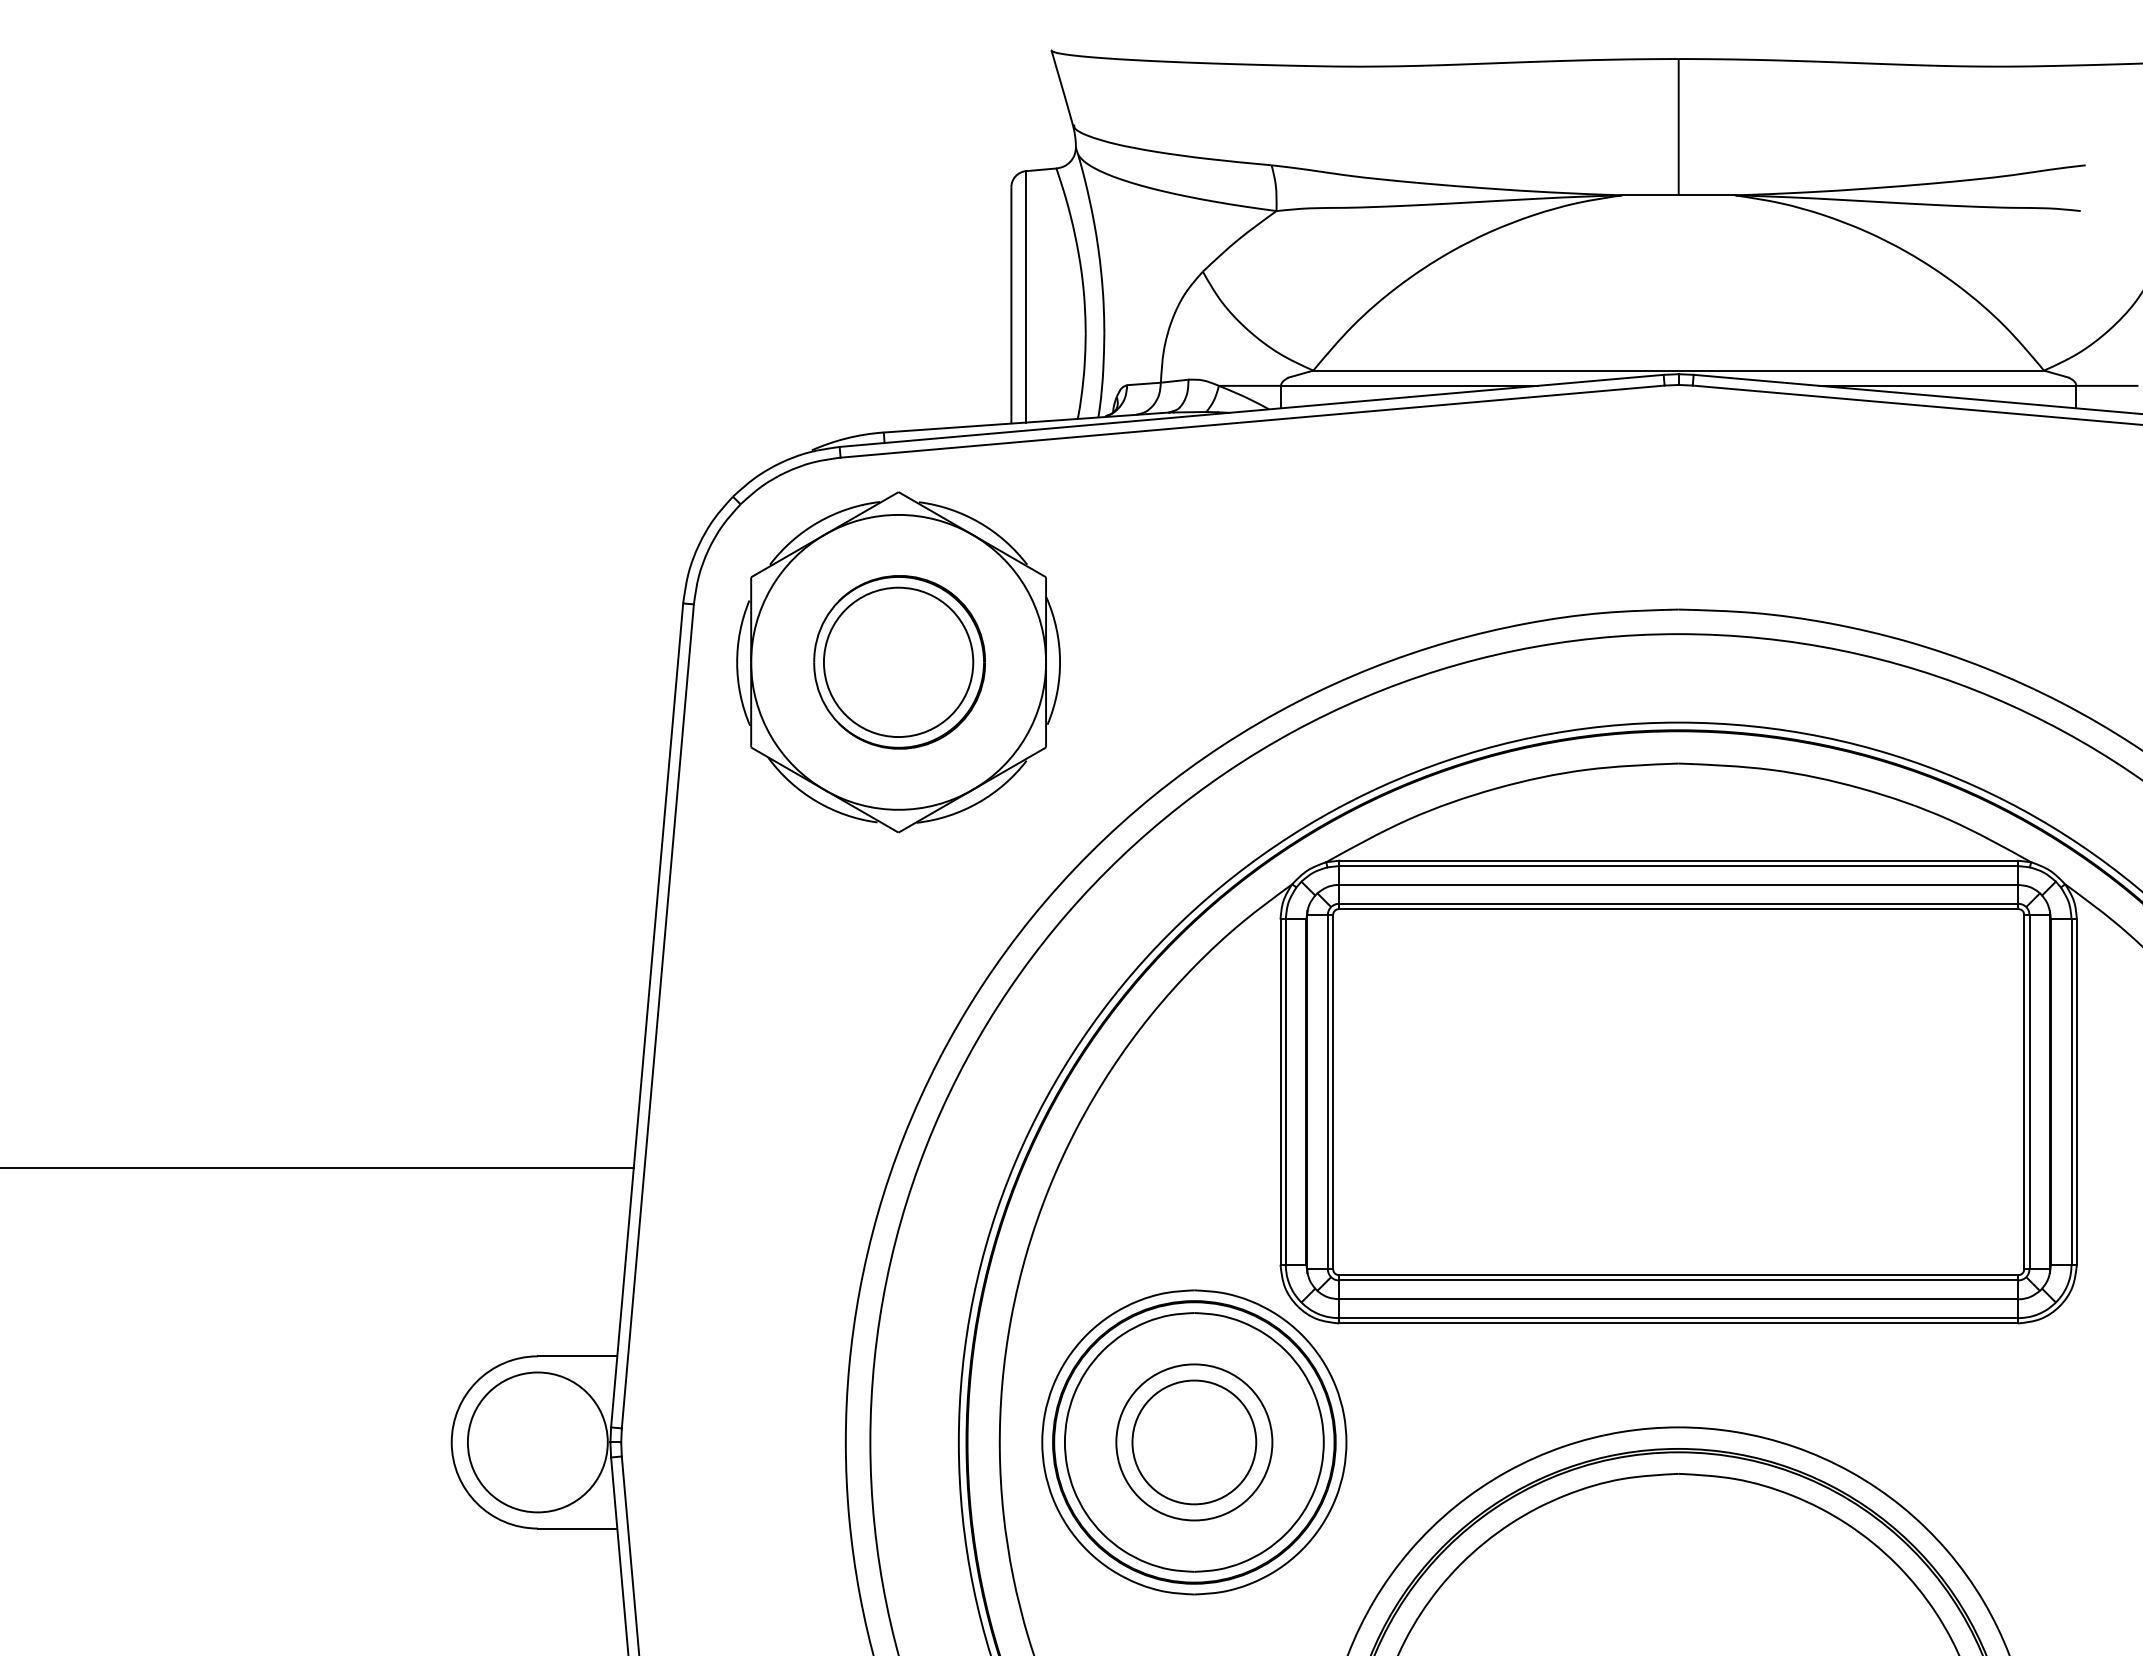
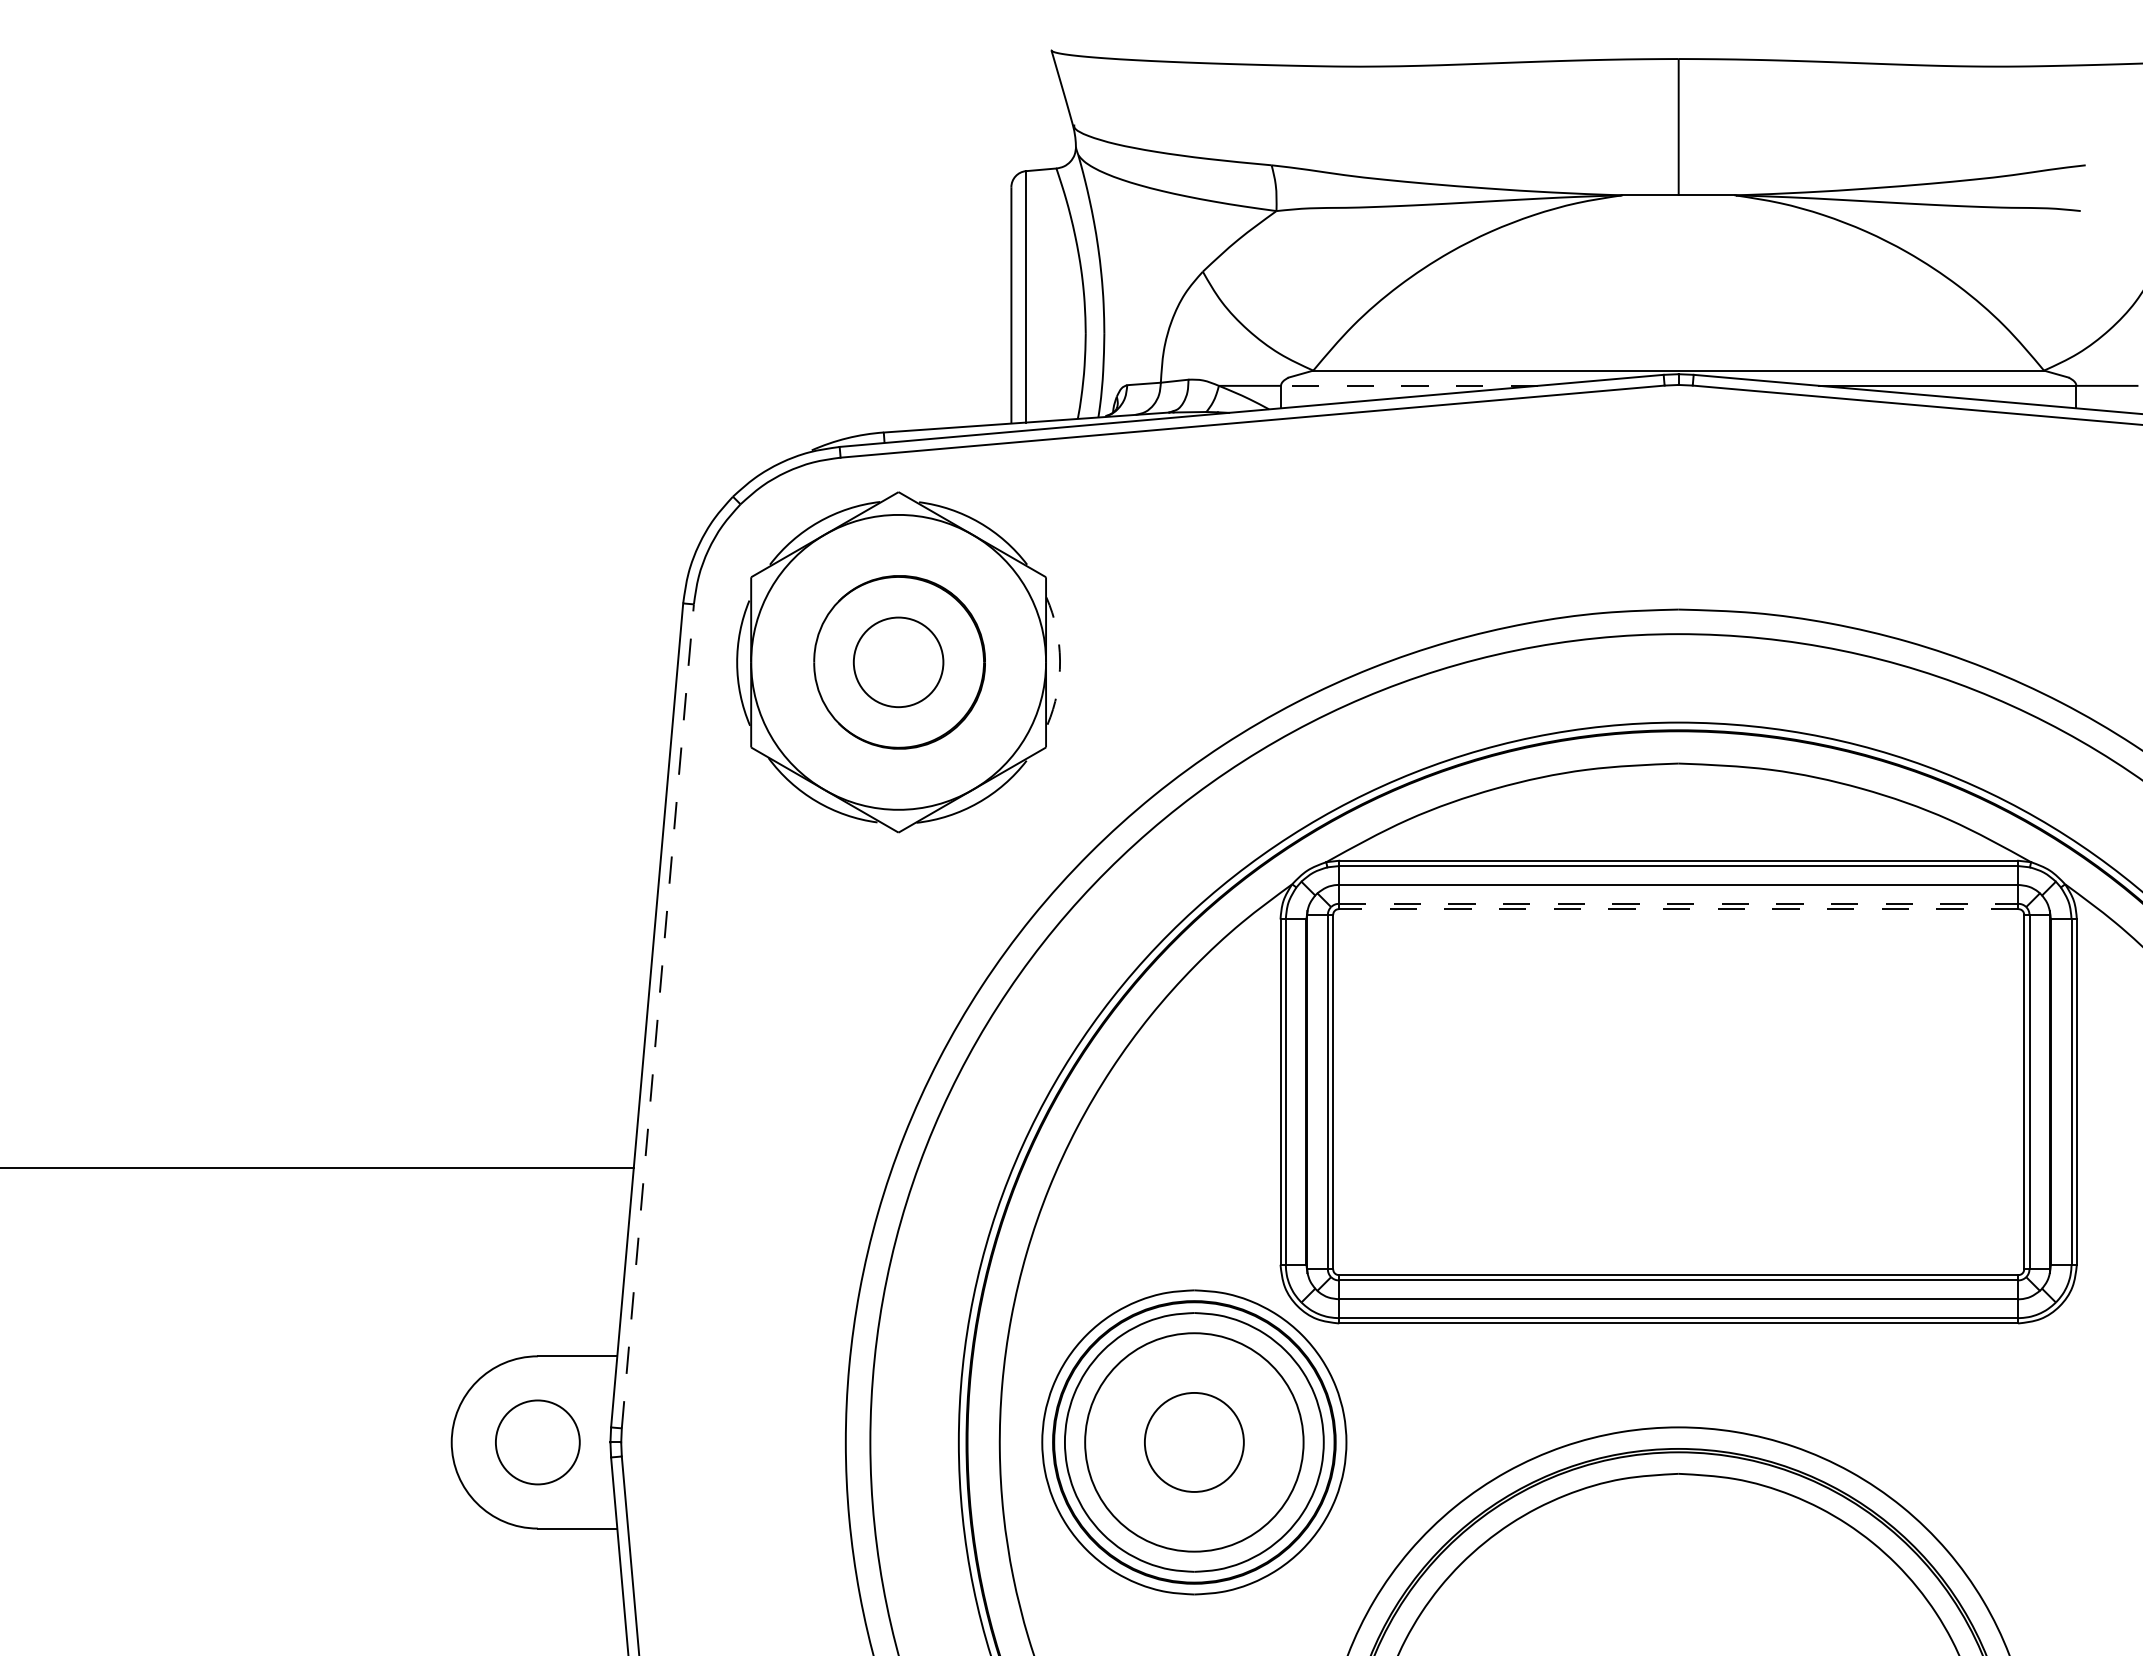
line at (1409, 385): solid -> dashed
arc at (1060, 661): solid -> dashed
circle at (898, 662) diameter: 149 px -> 90 px
line at (1678, 903): solid -> dashed
line at (1678, 909): solid -> dashed
line at (657, 1016): solid -> dashed
circle at (537, 1442) diameter: 140 px -> 84 px
circle at (1194, 1442) diameter: 124 px -> 99 px
circle at (1194, 1442) diameter: 156 px -> 218 px
